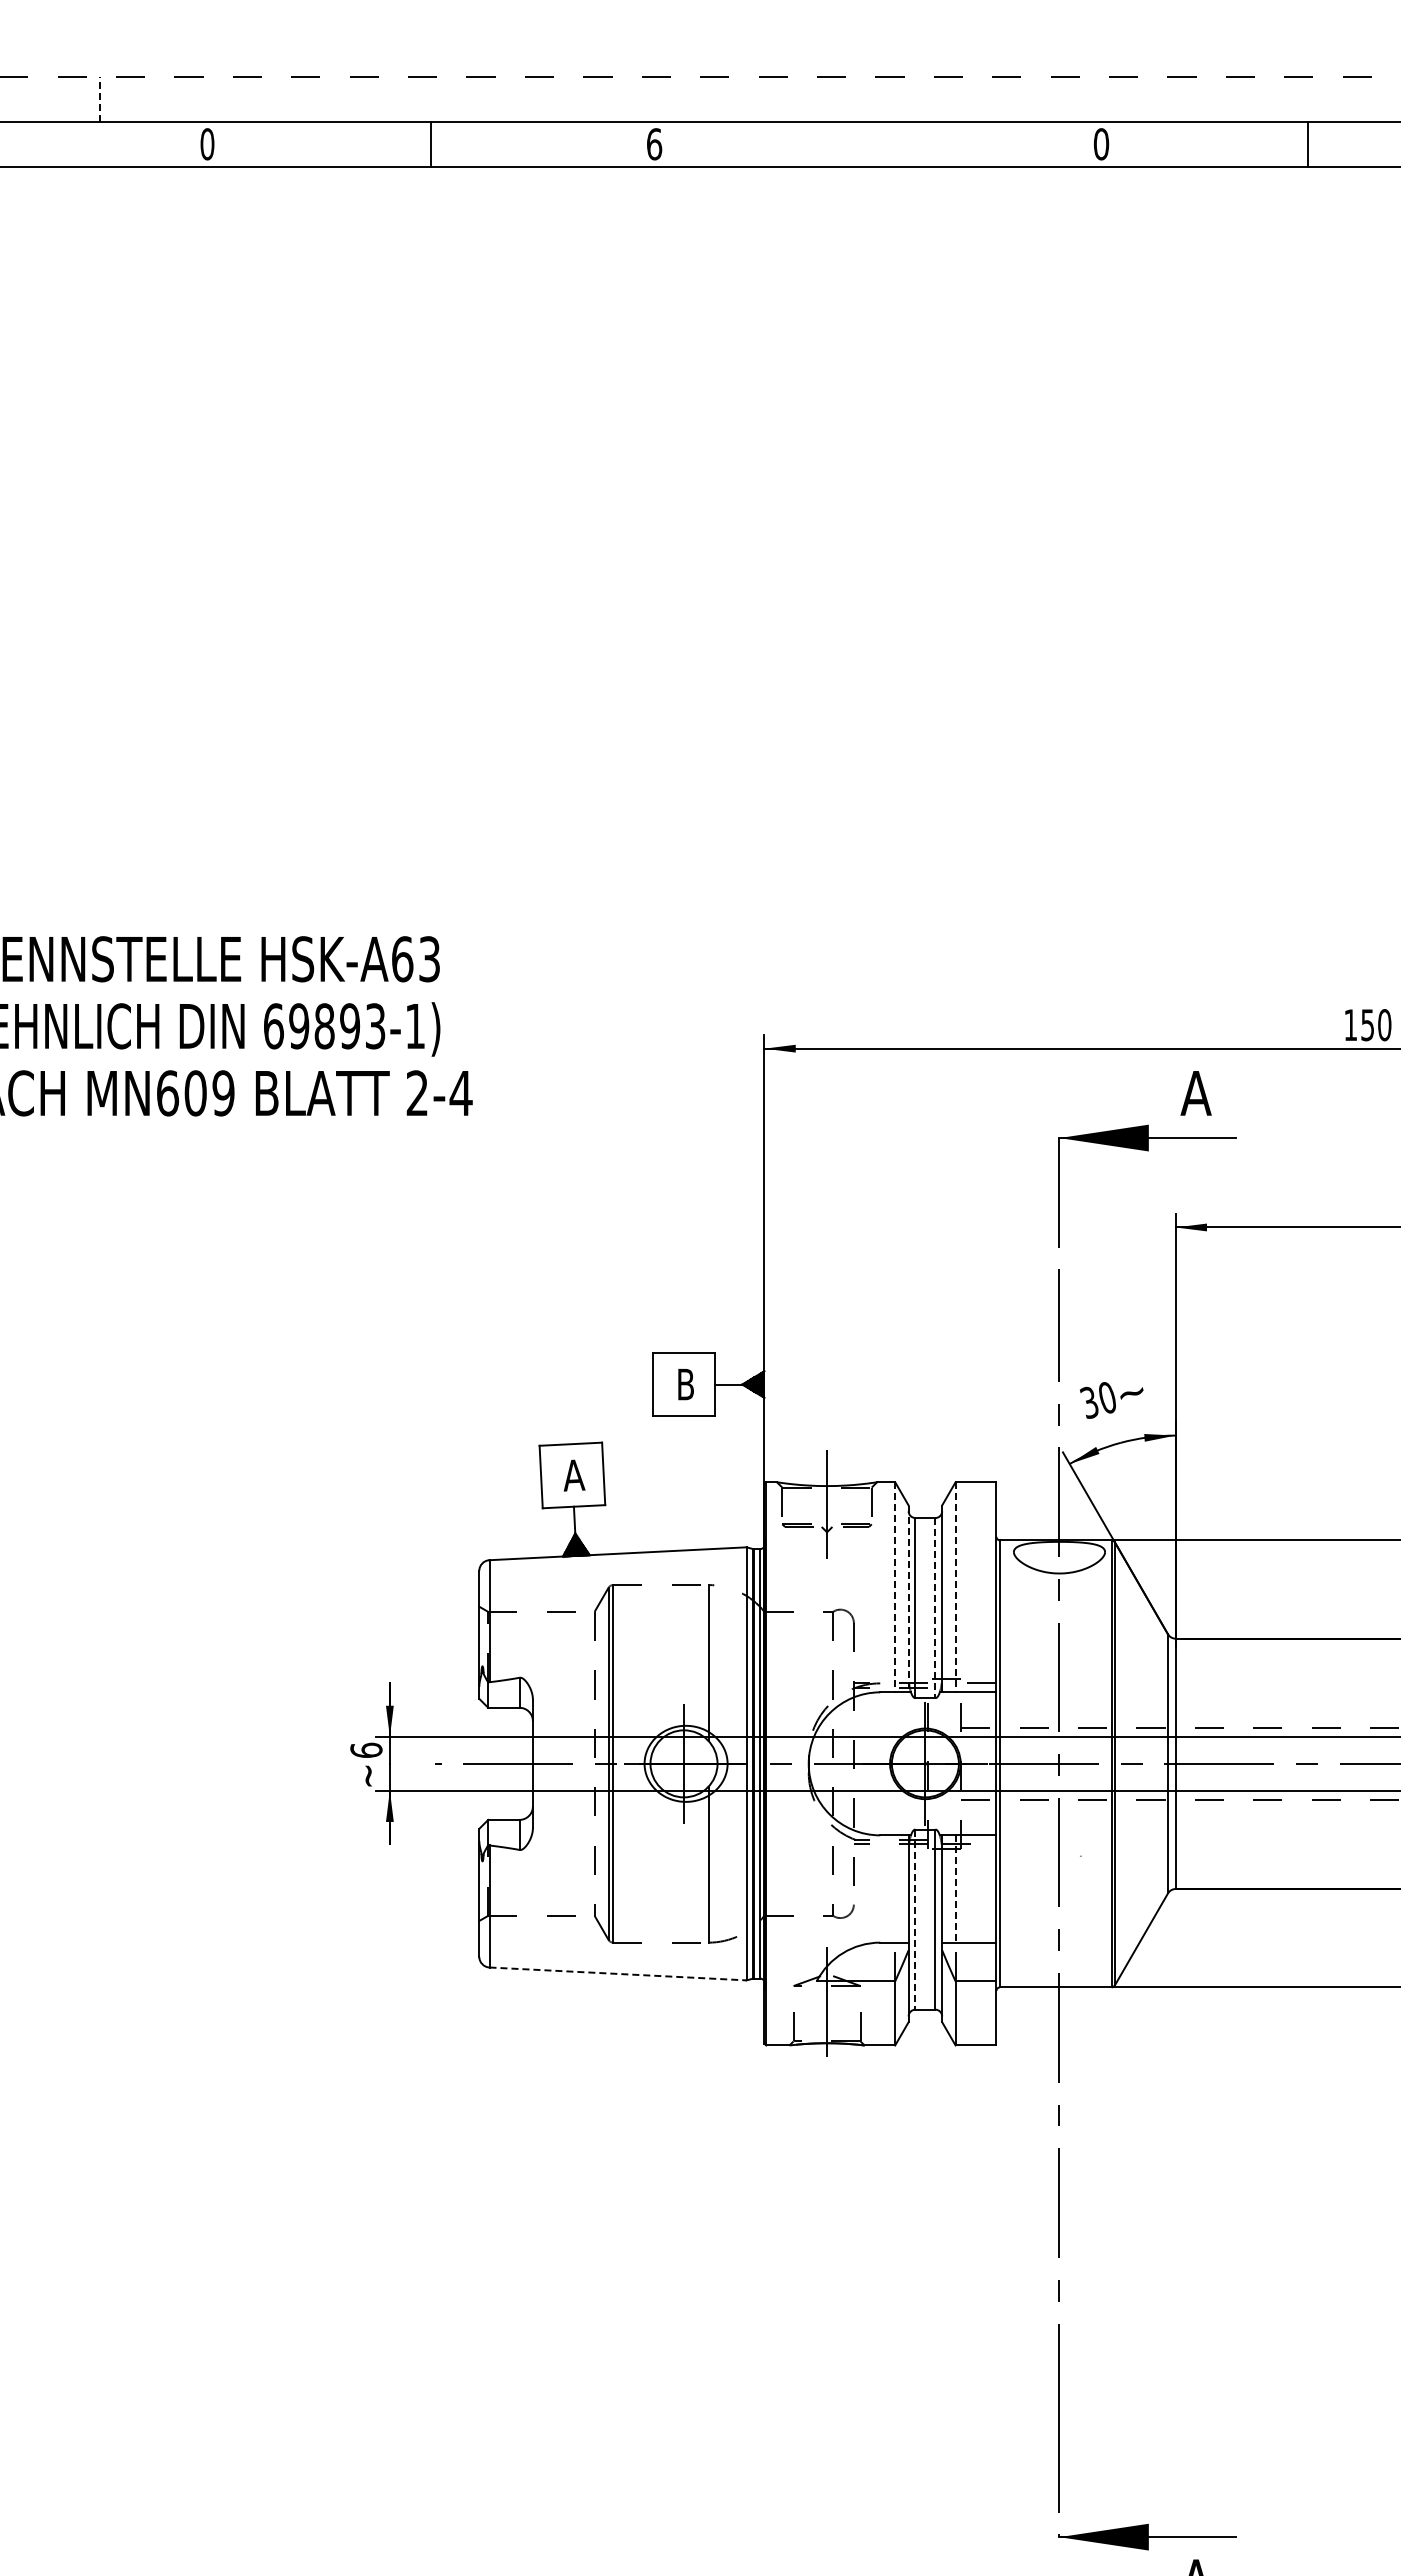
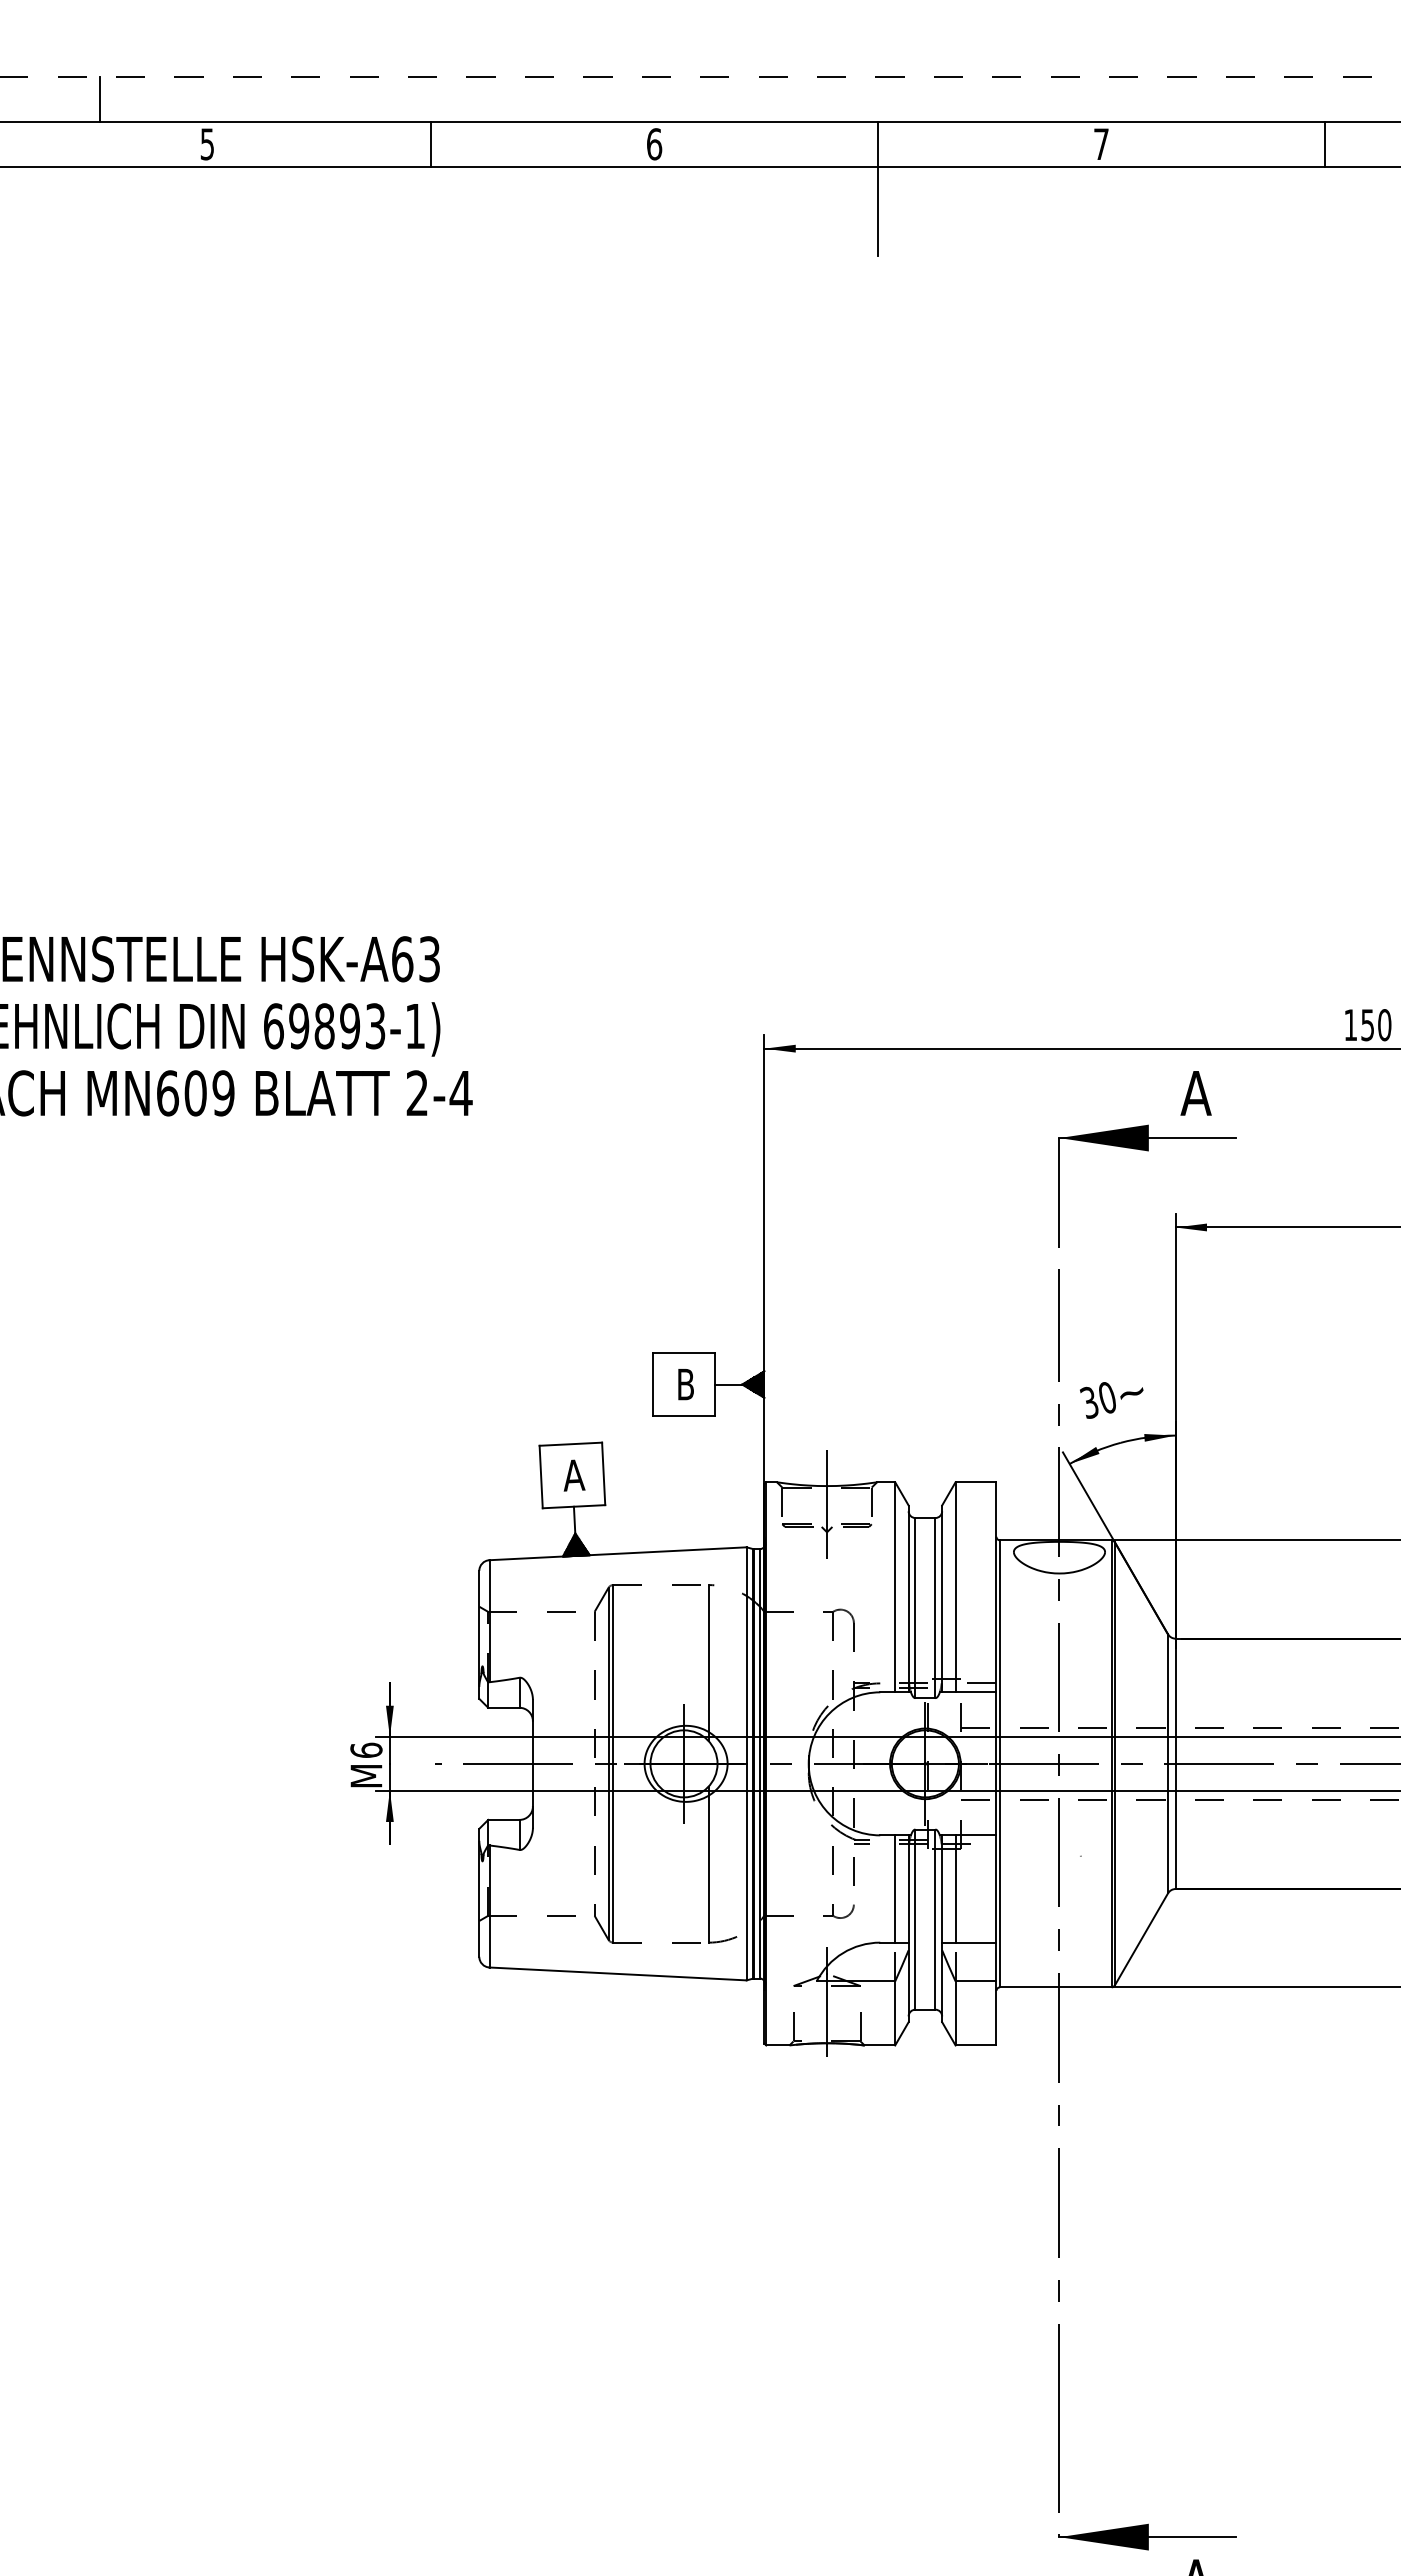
line at (100, 99): dashed -> solid
line at (1308, 143) position: (1308, 143) -> (1325, 143)
text at (207, 144): 0 -> 5
text at (1101, 144): 0 -> 7
line at (878, 188): none -> present
line at (895, 1587): dashed -> solid
line at (955, 1587): dashed -> solid
line at (908, 1599): dashed -> solid
line at (935, 1608): dashed -> solid
text at (366, 1776): ~ -> M
line at (895, 1888): none -> present
line at (955, 1889): dashed -> solid
line at (915, 1920): dashed -> solid
line at (618, 1973): dashed -> solid
